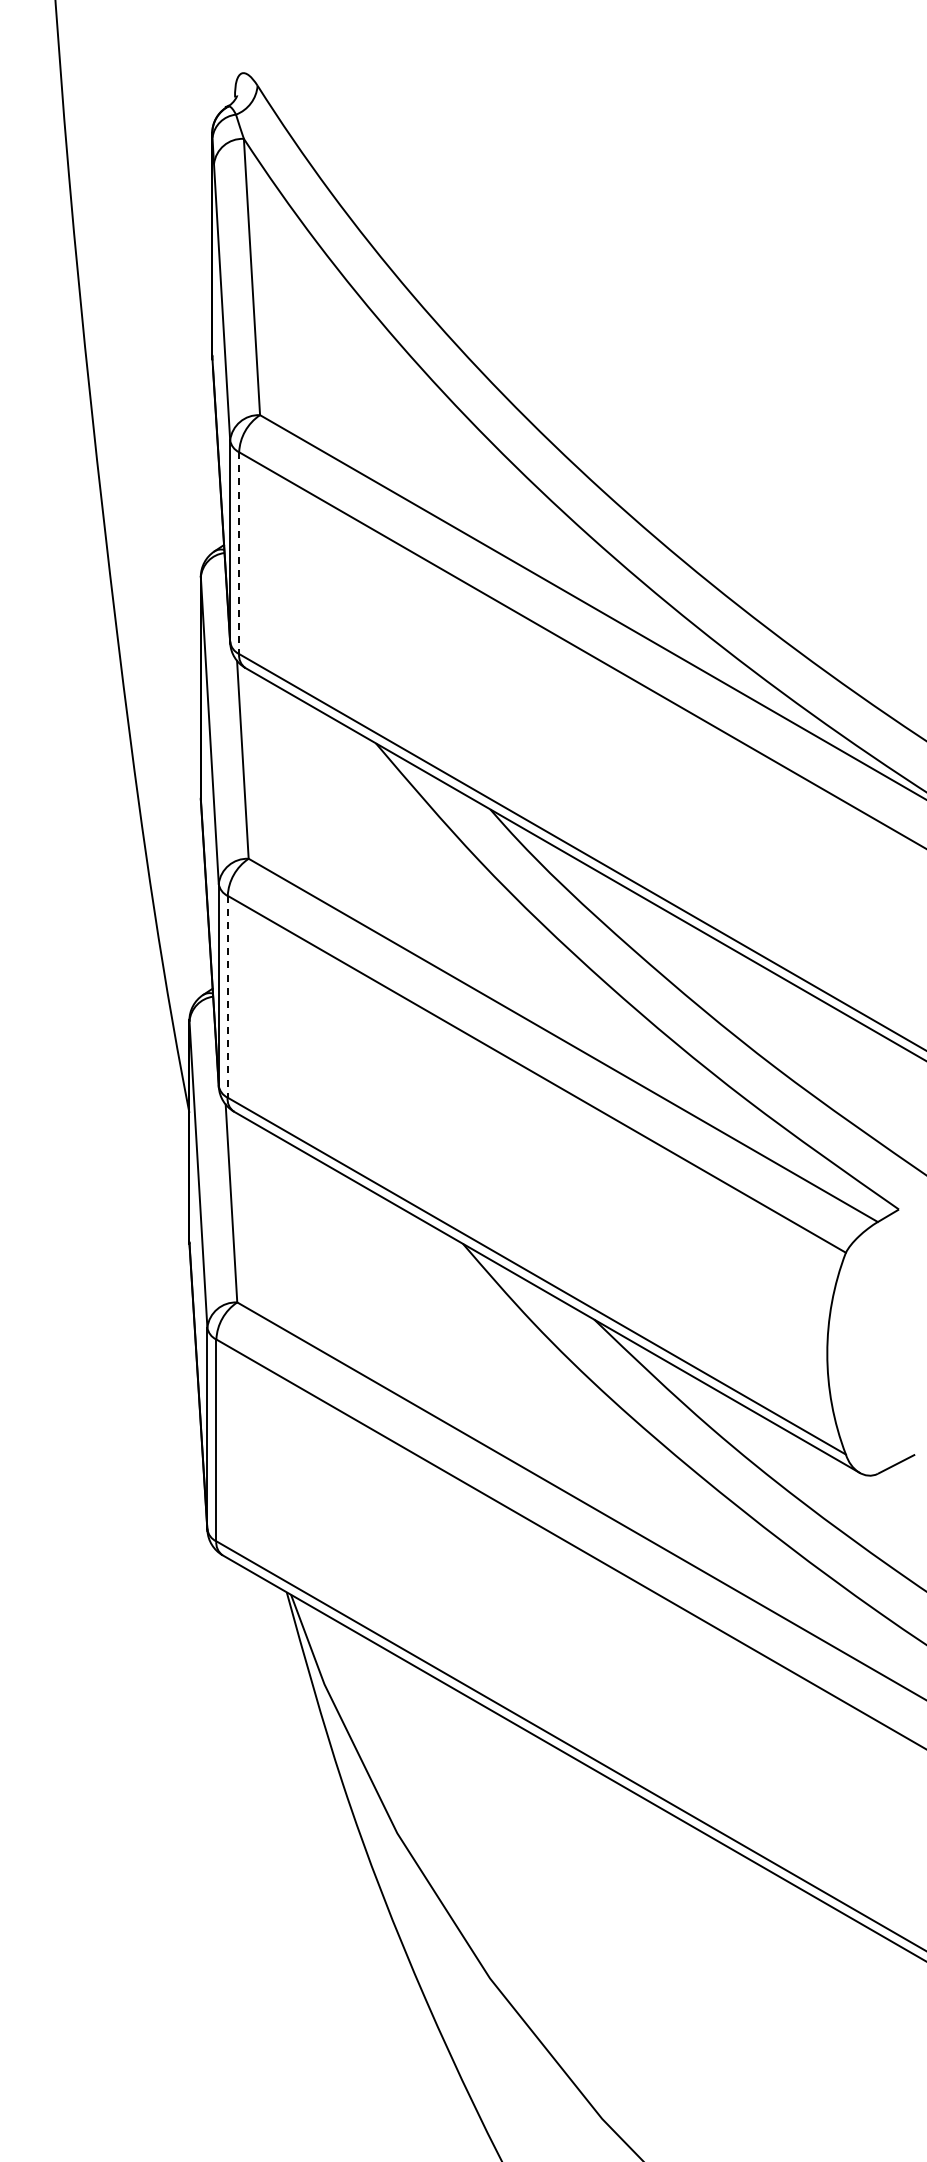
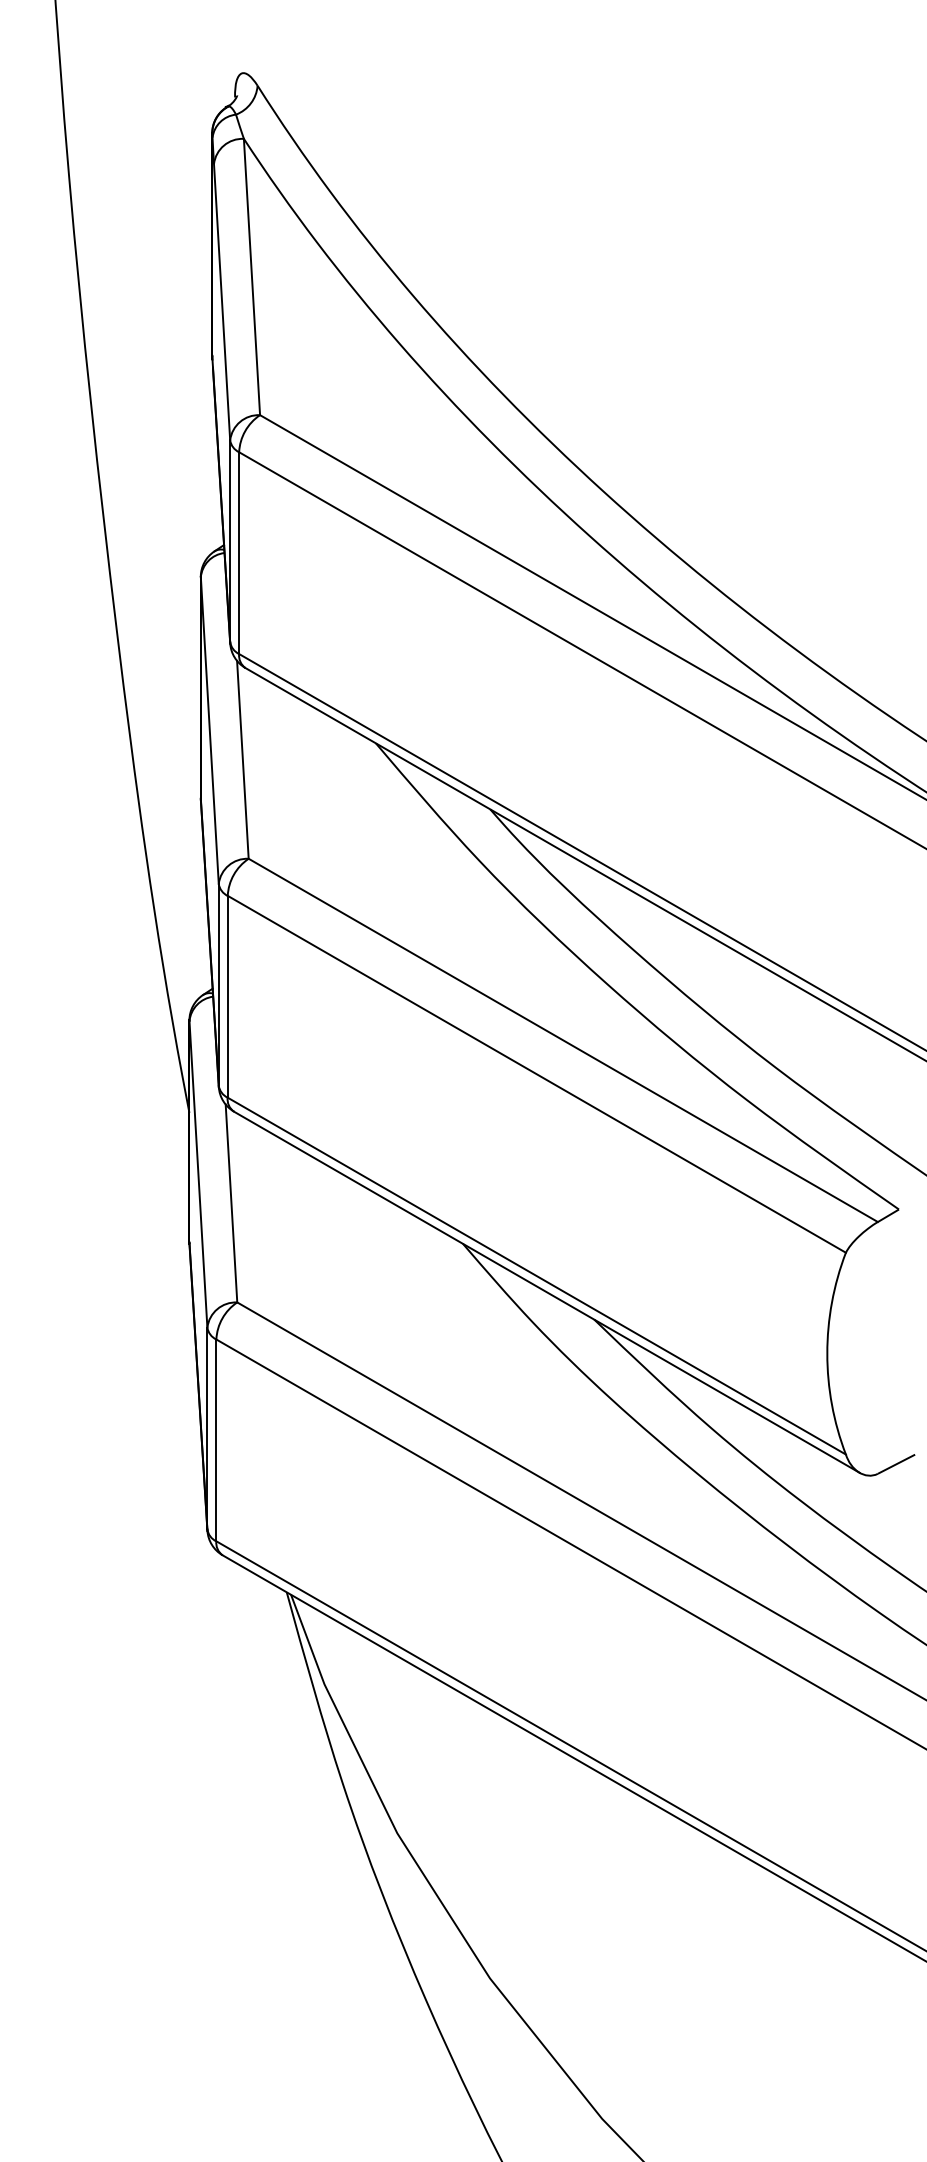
line at (239, 553): dashed -> solid
line at (227, 996): dashed -> solid
